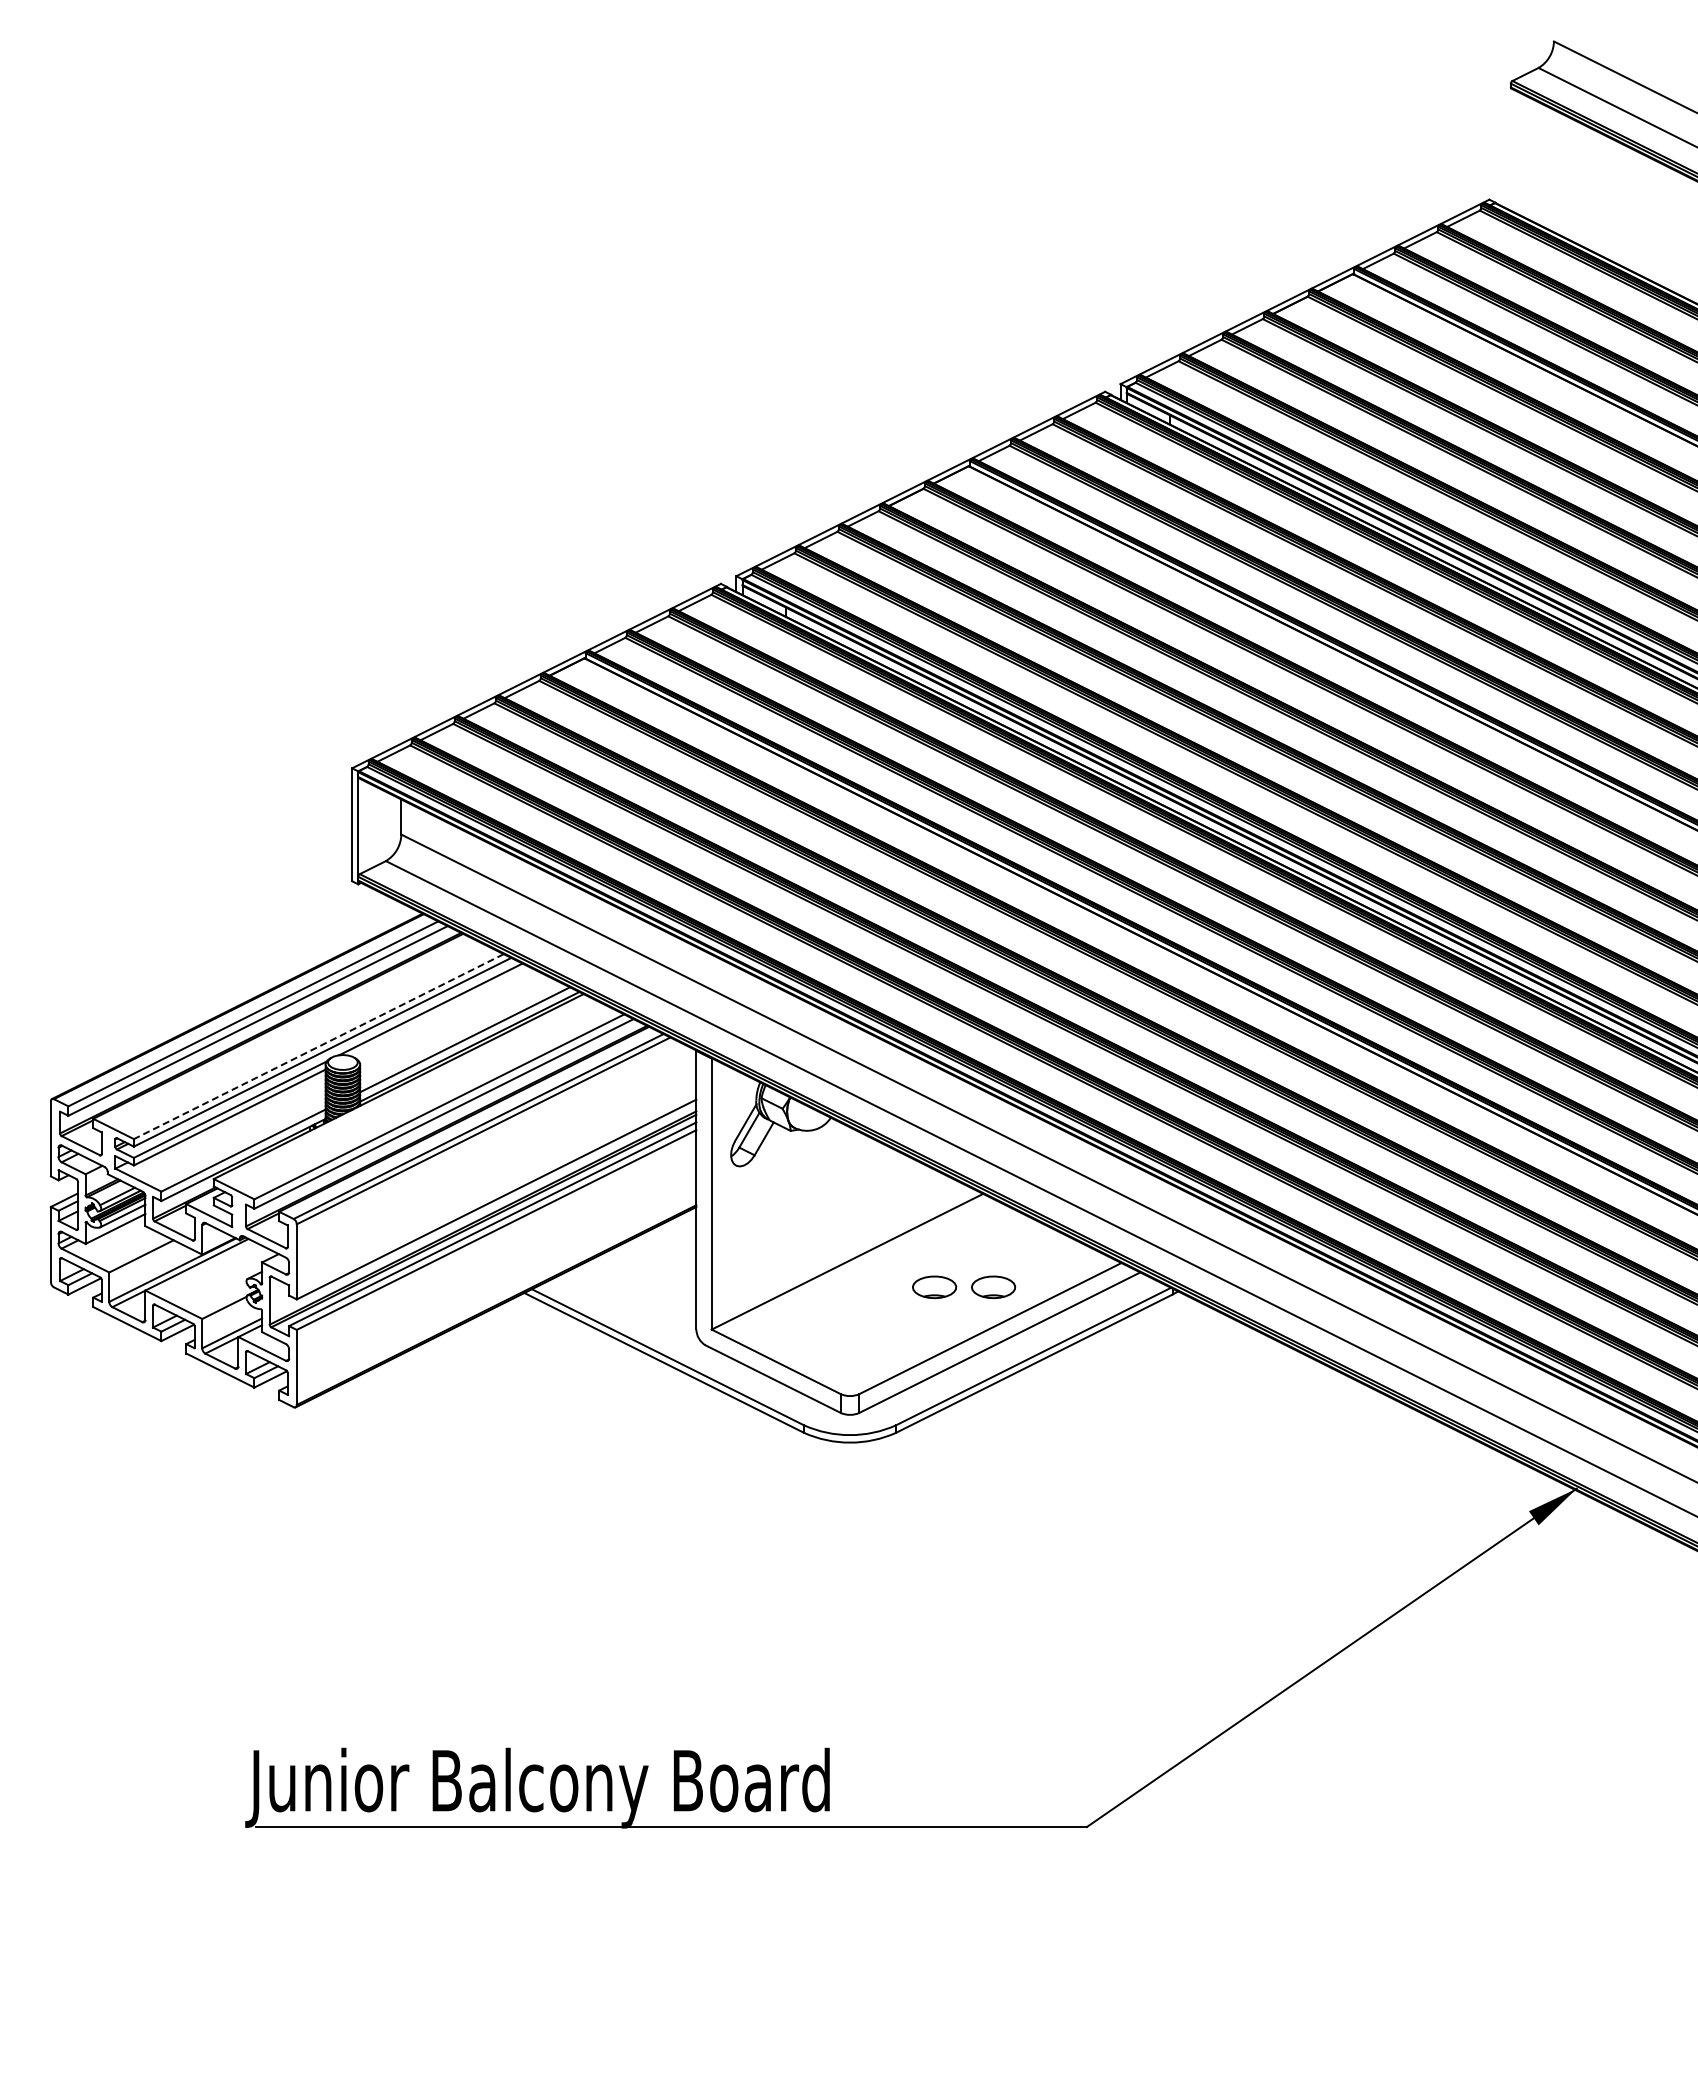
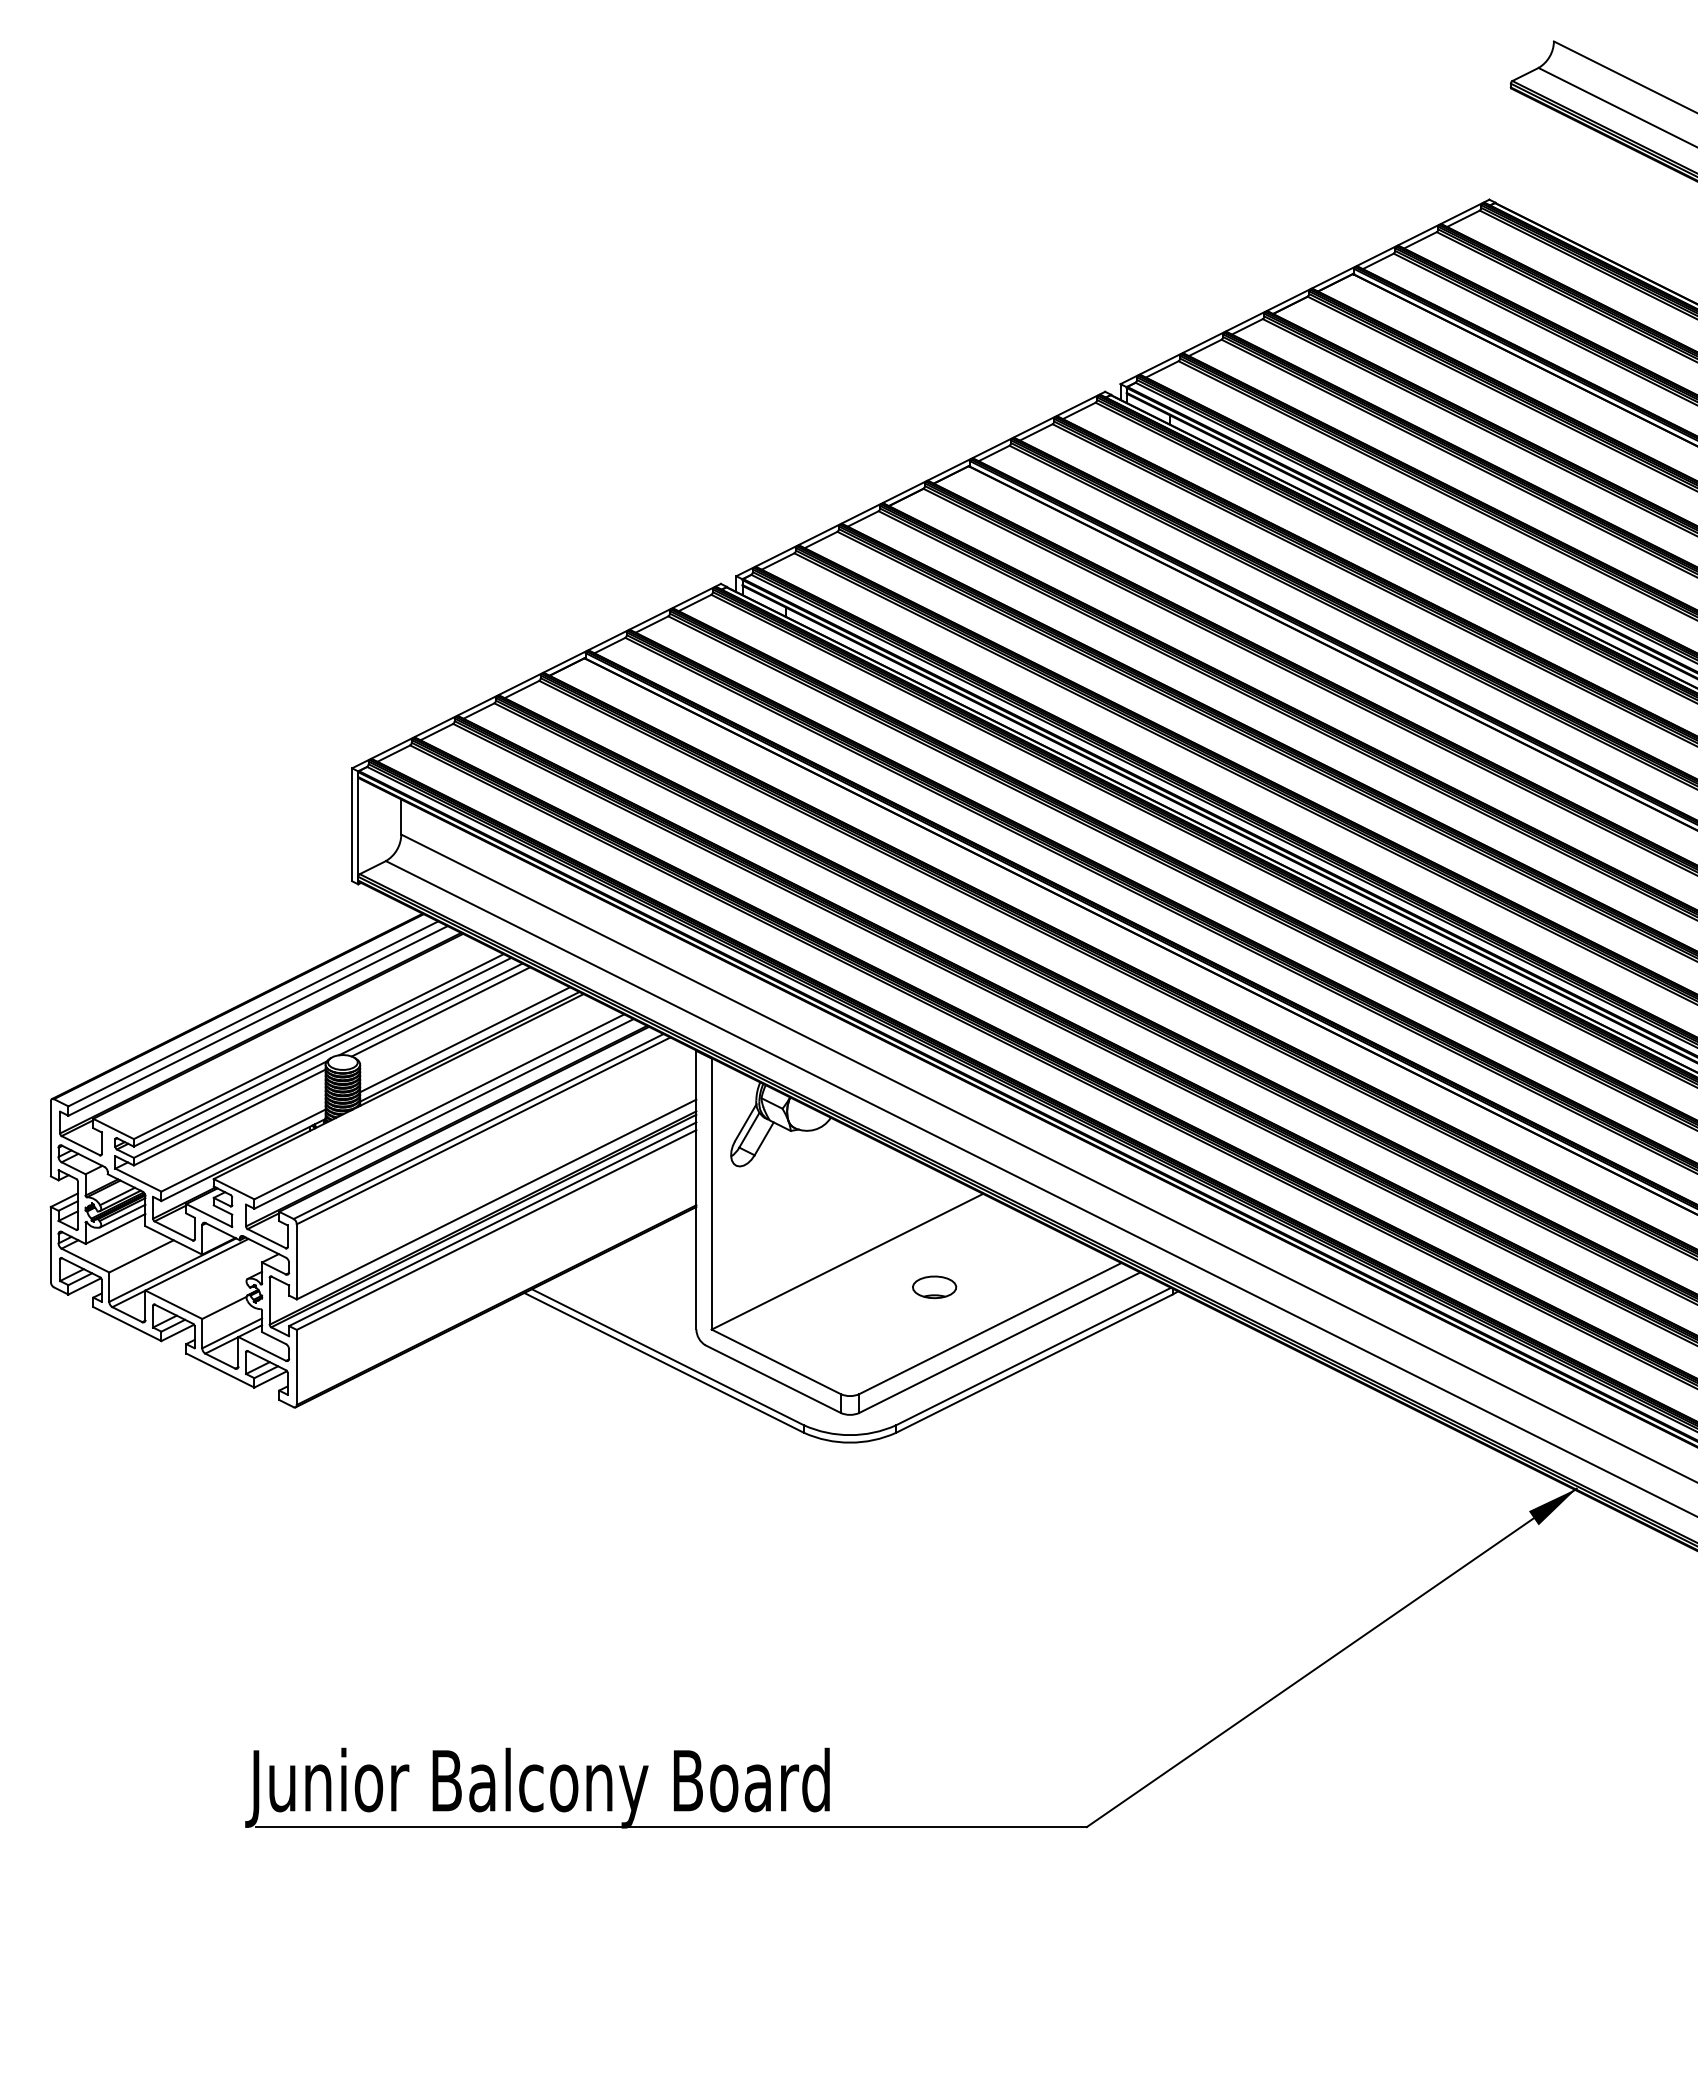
line at (440, 1011): none -> present
line at (318, 1046): dashed -> solid
part at (993, 1287): present -> none
